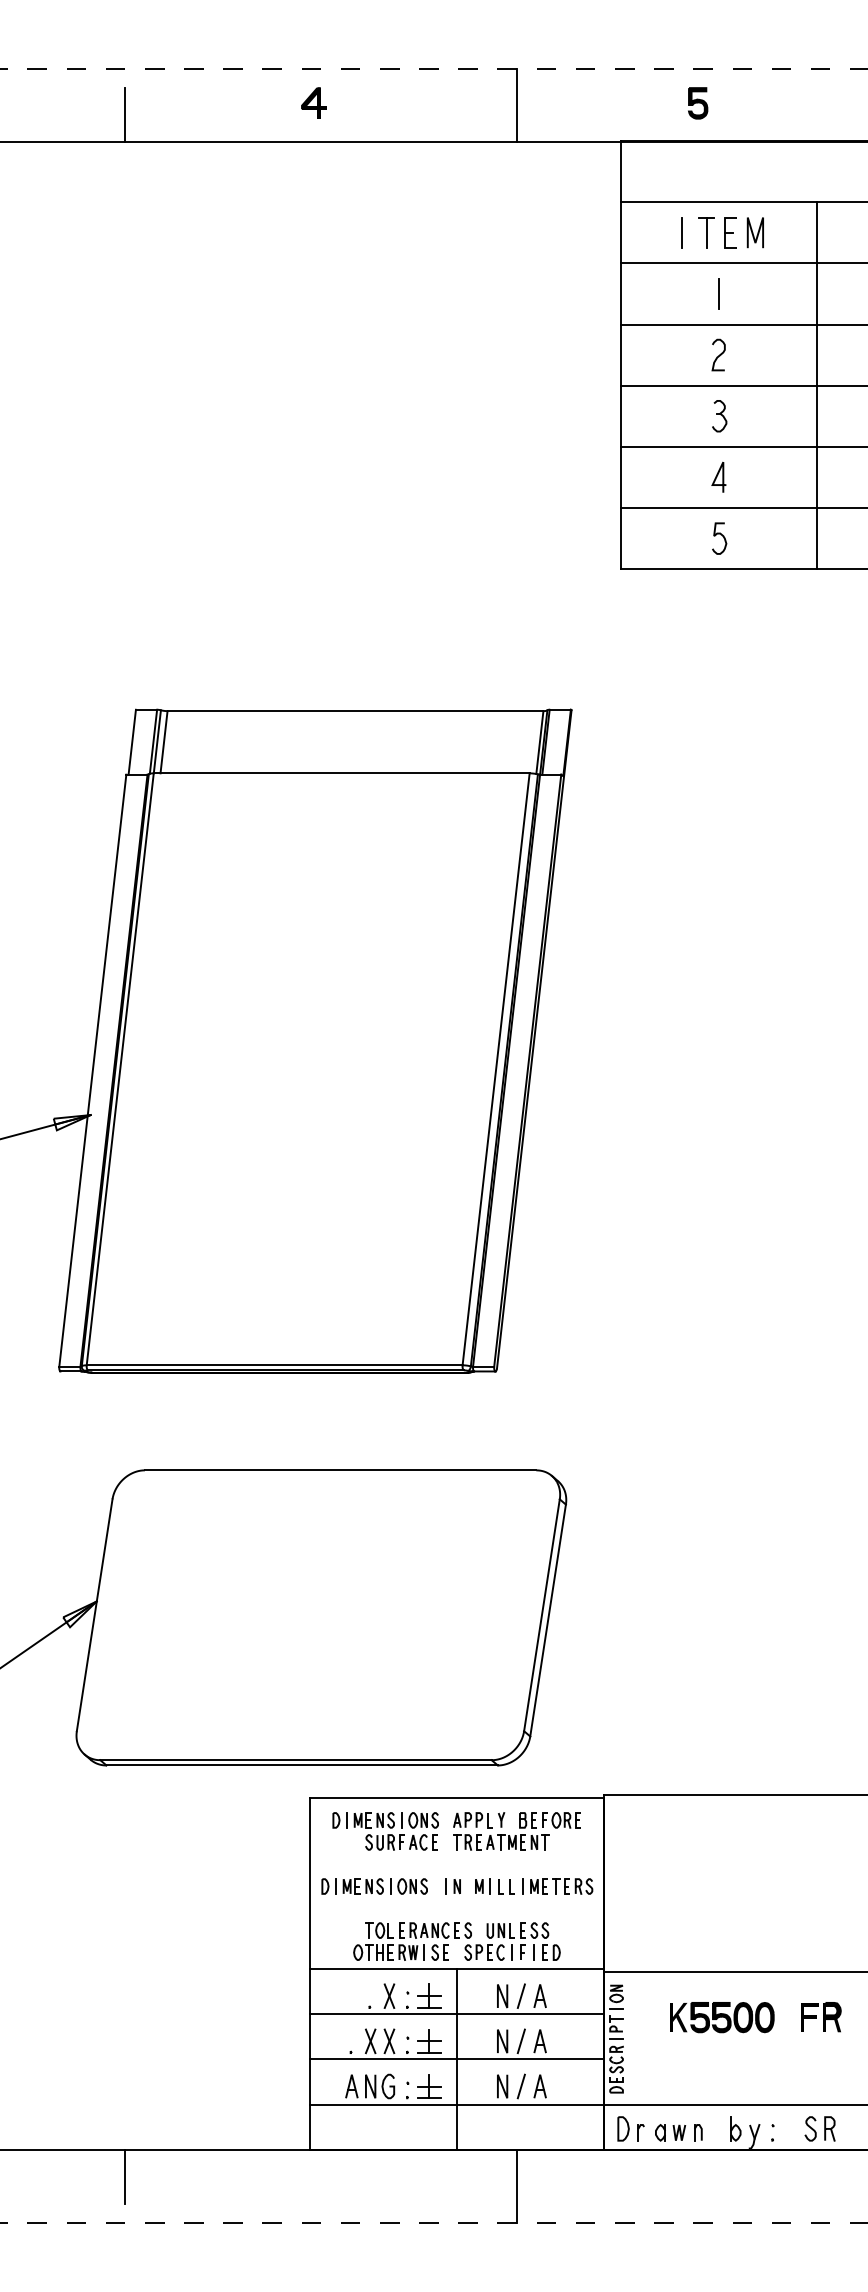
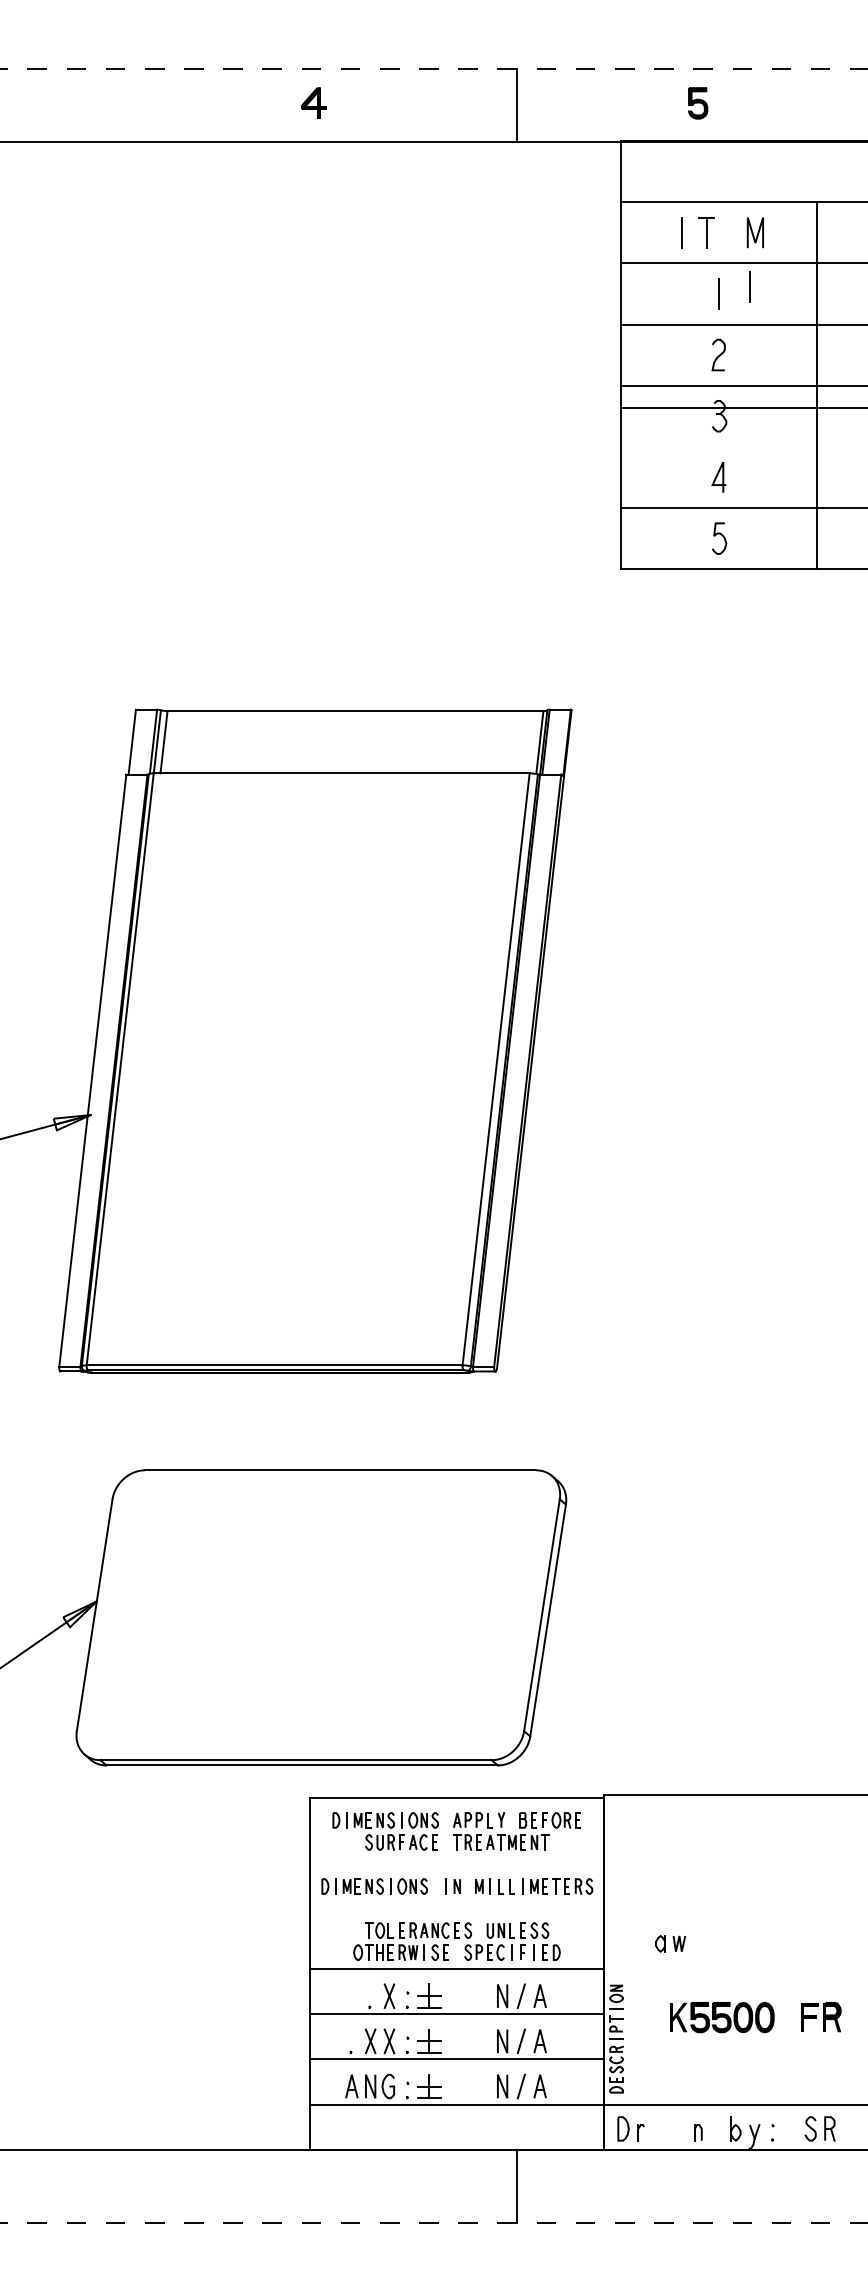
line at (125, 115): present -> none
part at (730, 232): present -> none
line at (749, 286): none -> present
line at (742, 446) position: (742, 446) -> (742, 407)
line at (734, 1972): present -> none
line at (457, 2059): present -> none
part at (670, 2132) position: (670, 2132) -> (670, 1943)
line at (125, 2176): present -> none
